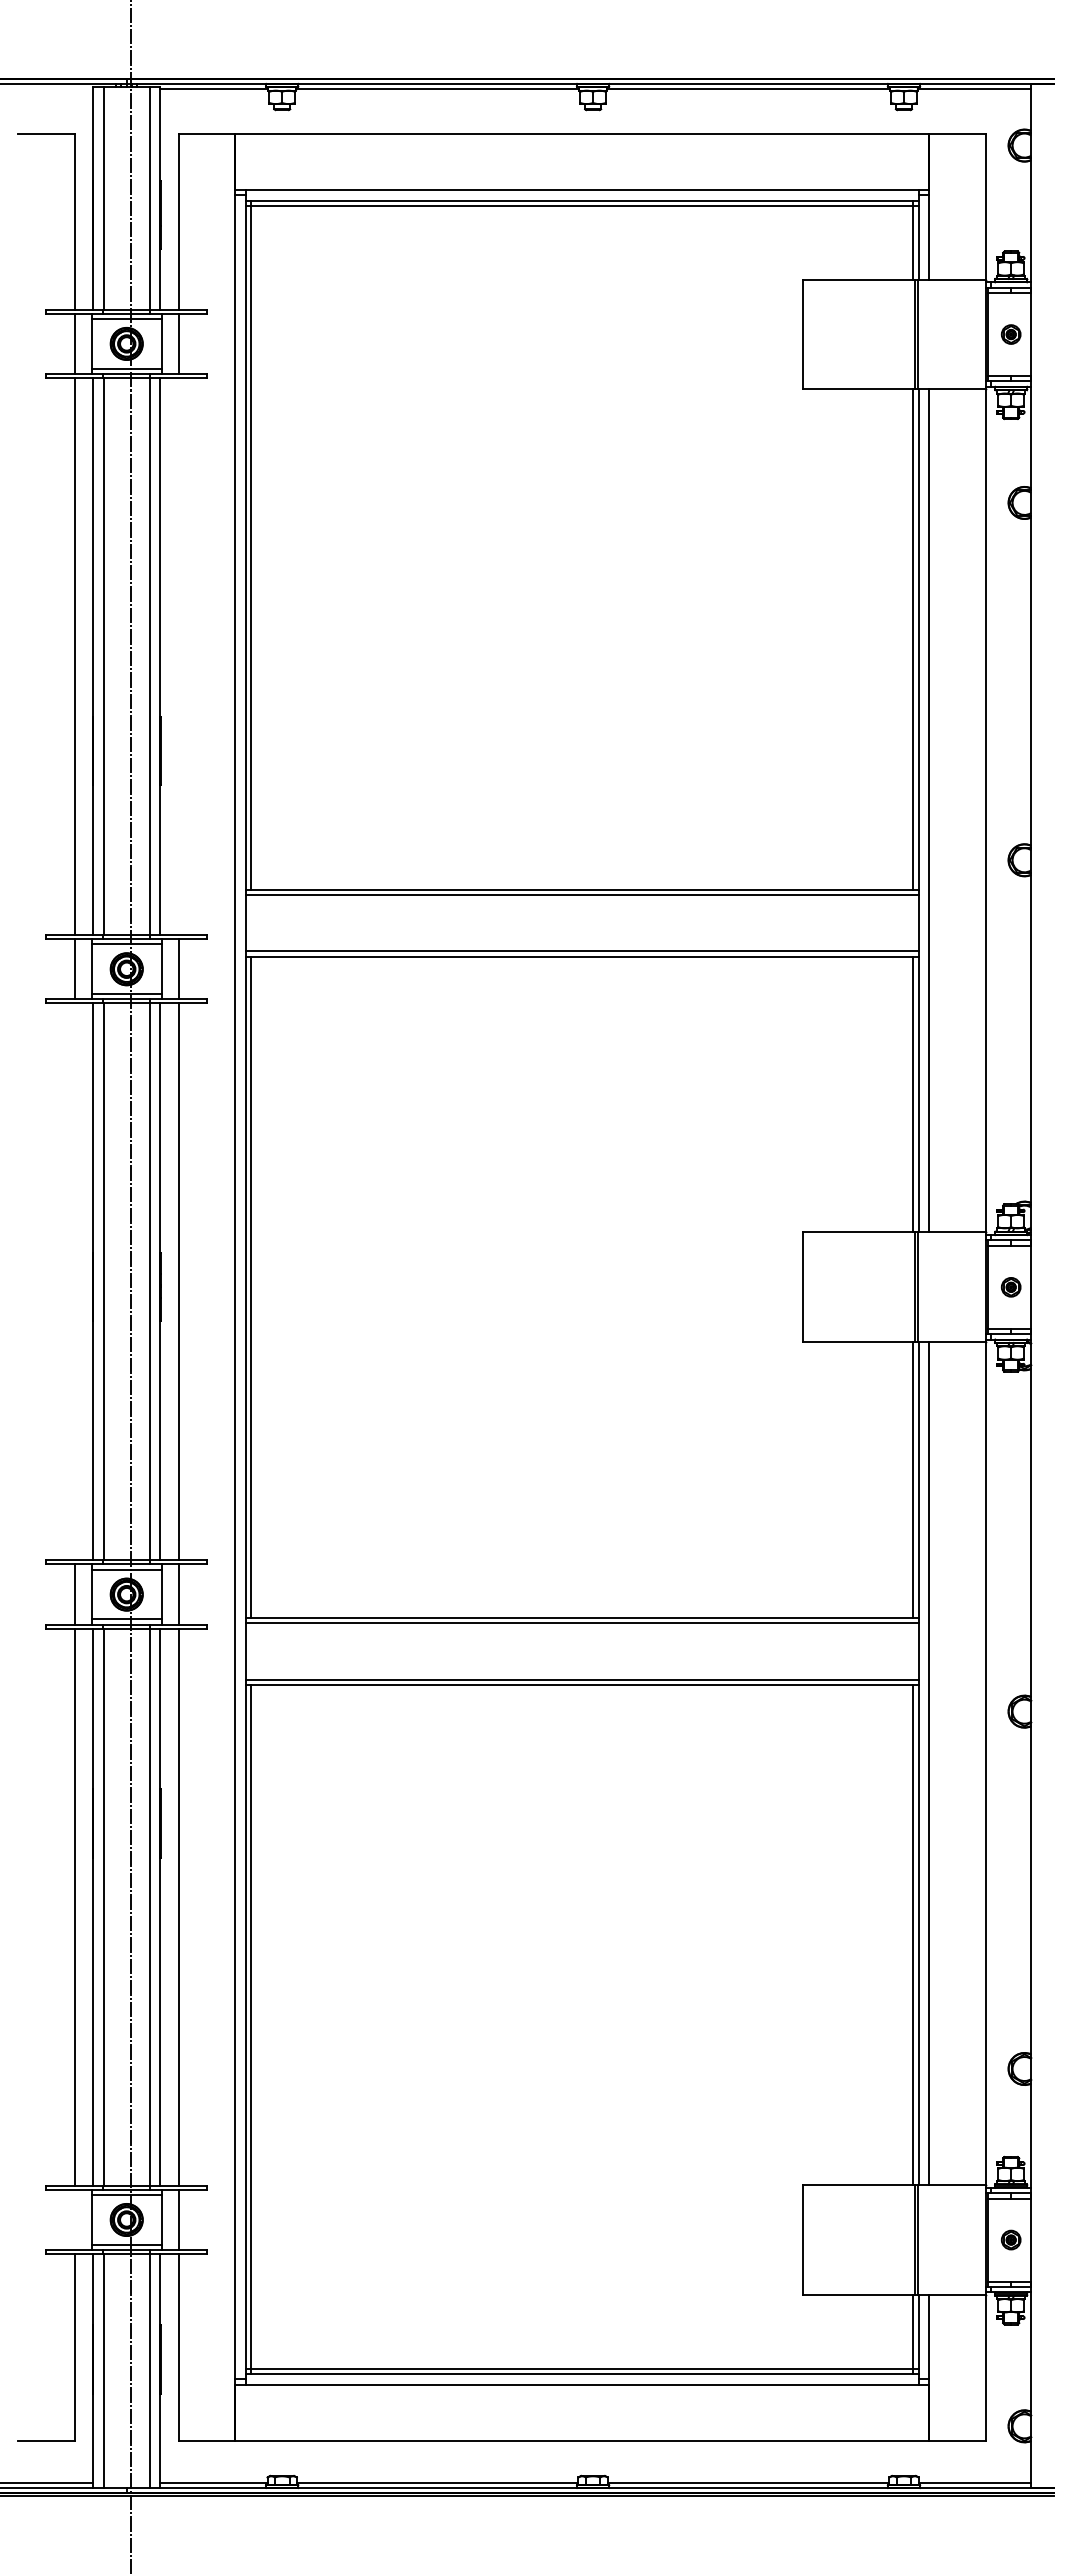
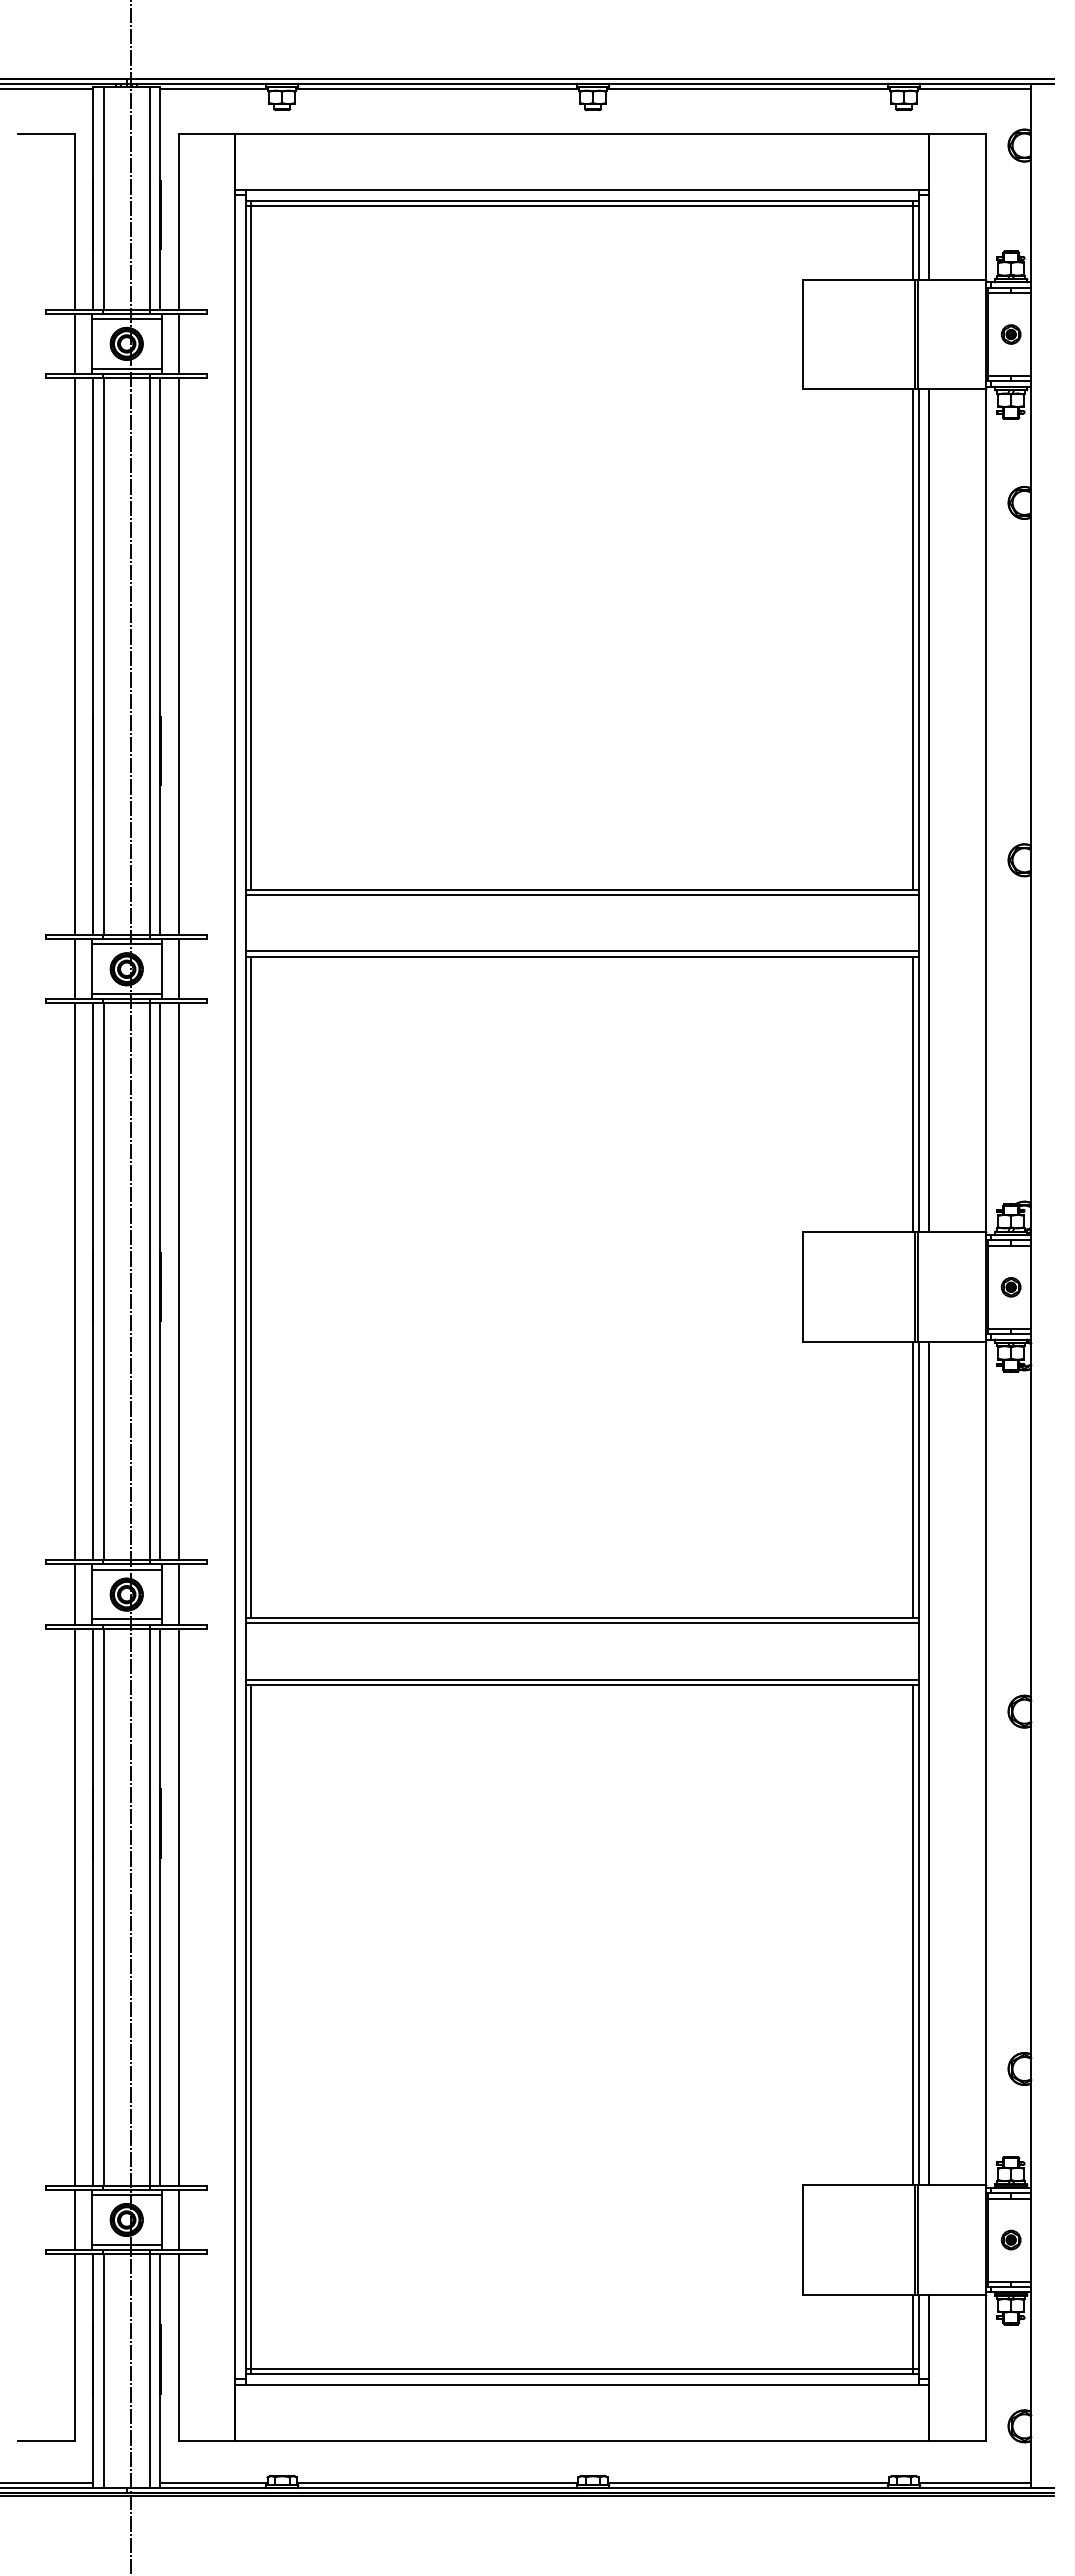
line at (47, 89): none -> present
line at (179, 656): none -> present
line at (74, 1281): none -> present
line at (74, 2219): none -> present
